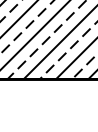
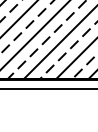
line at (48, 88): none -> present
